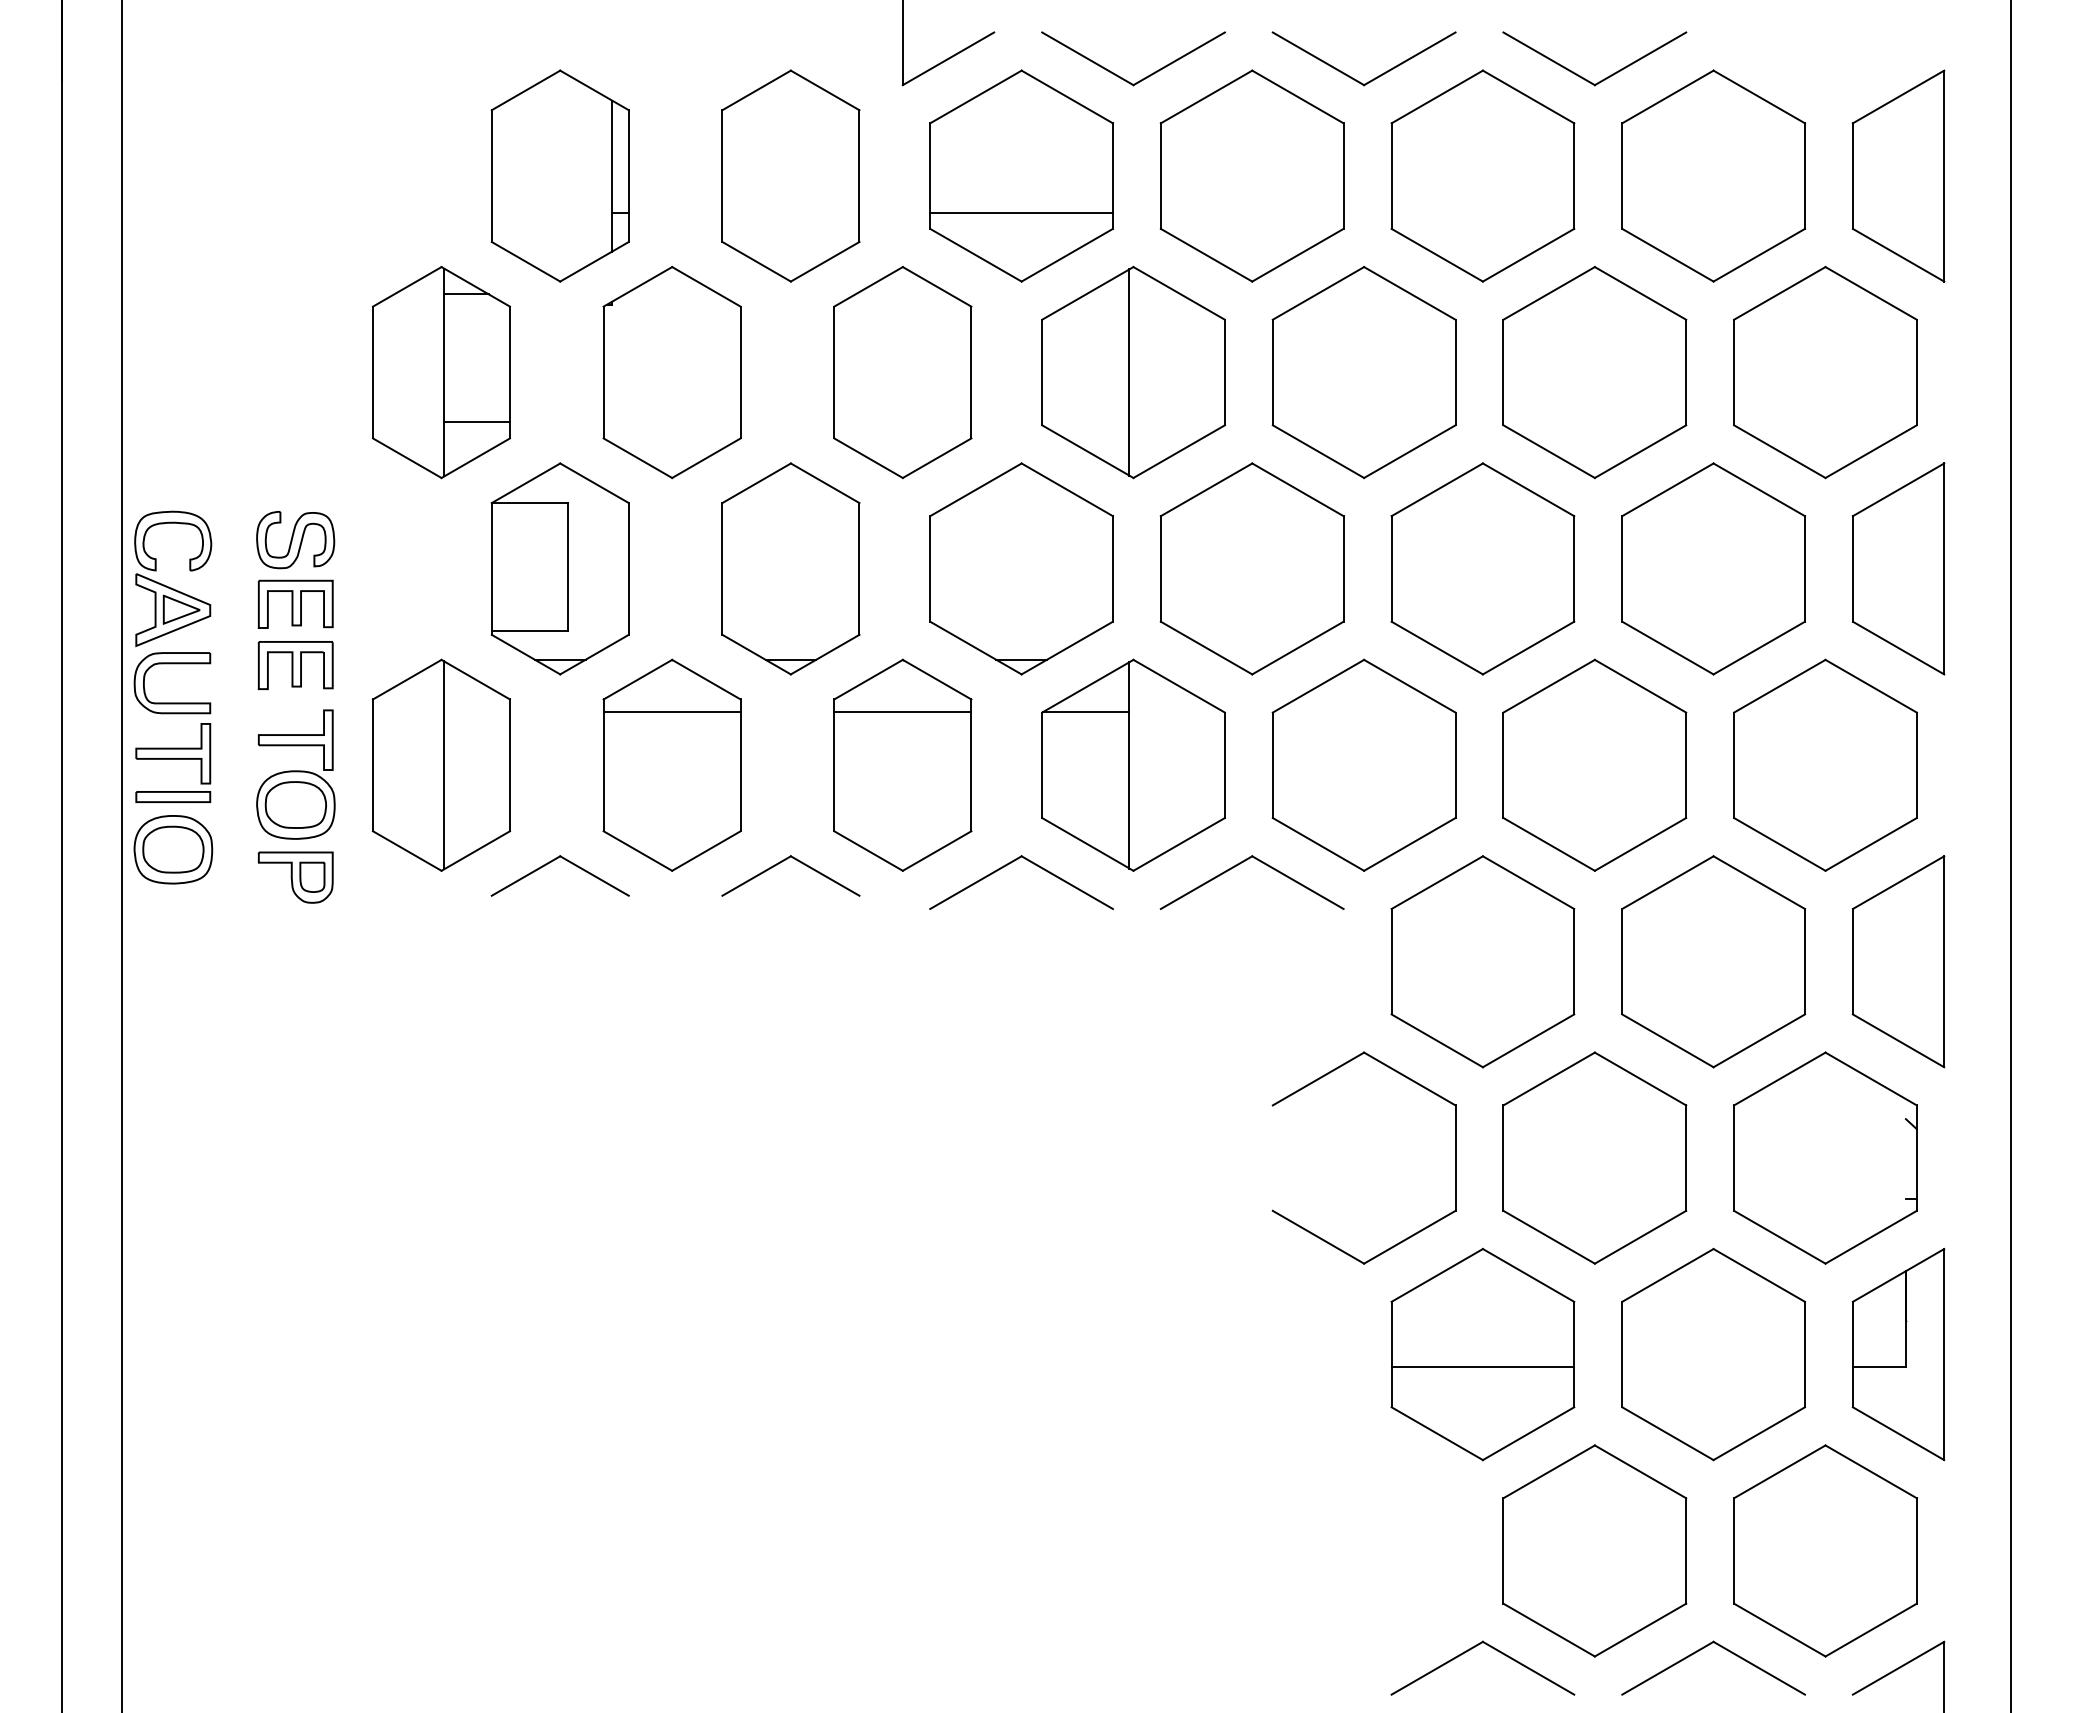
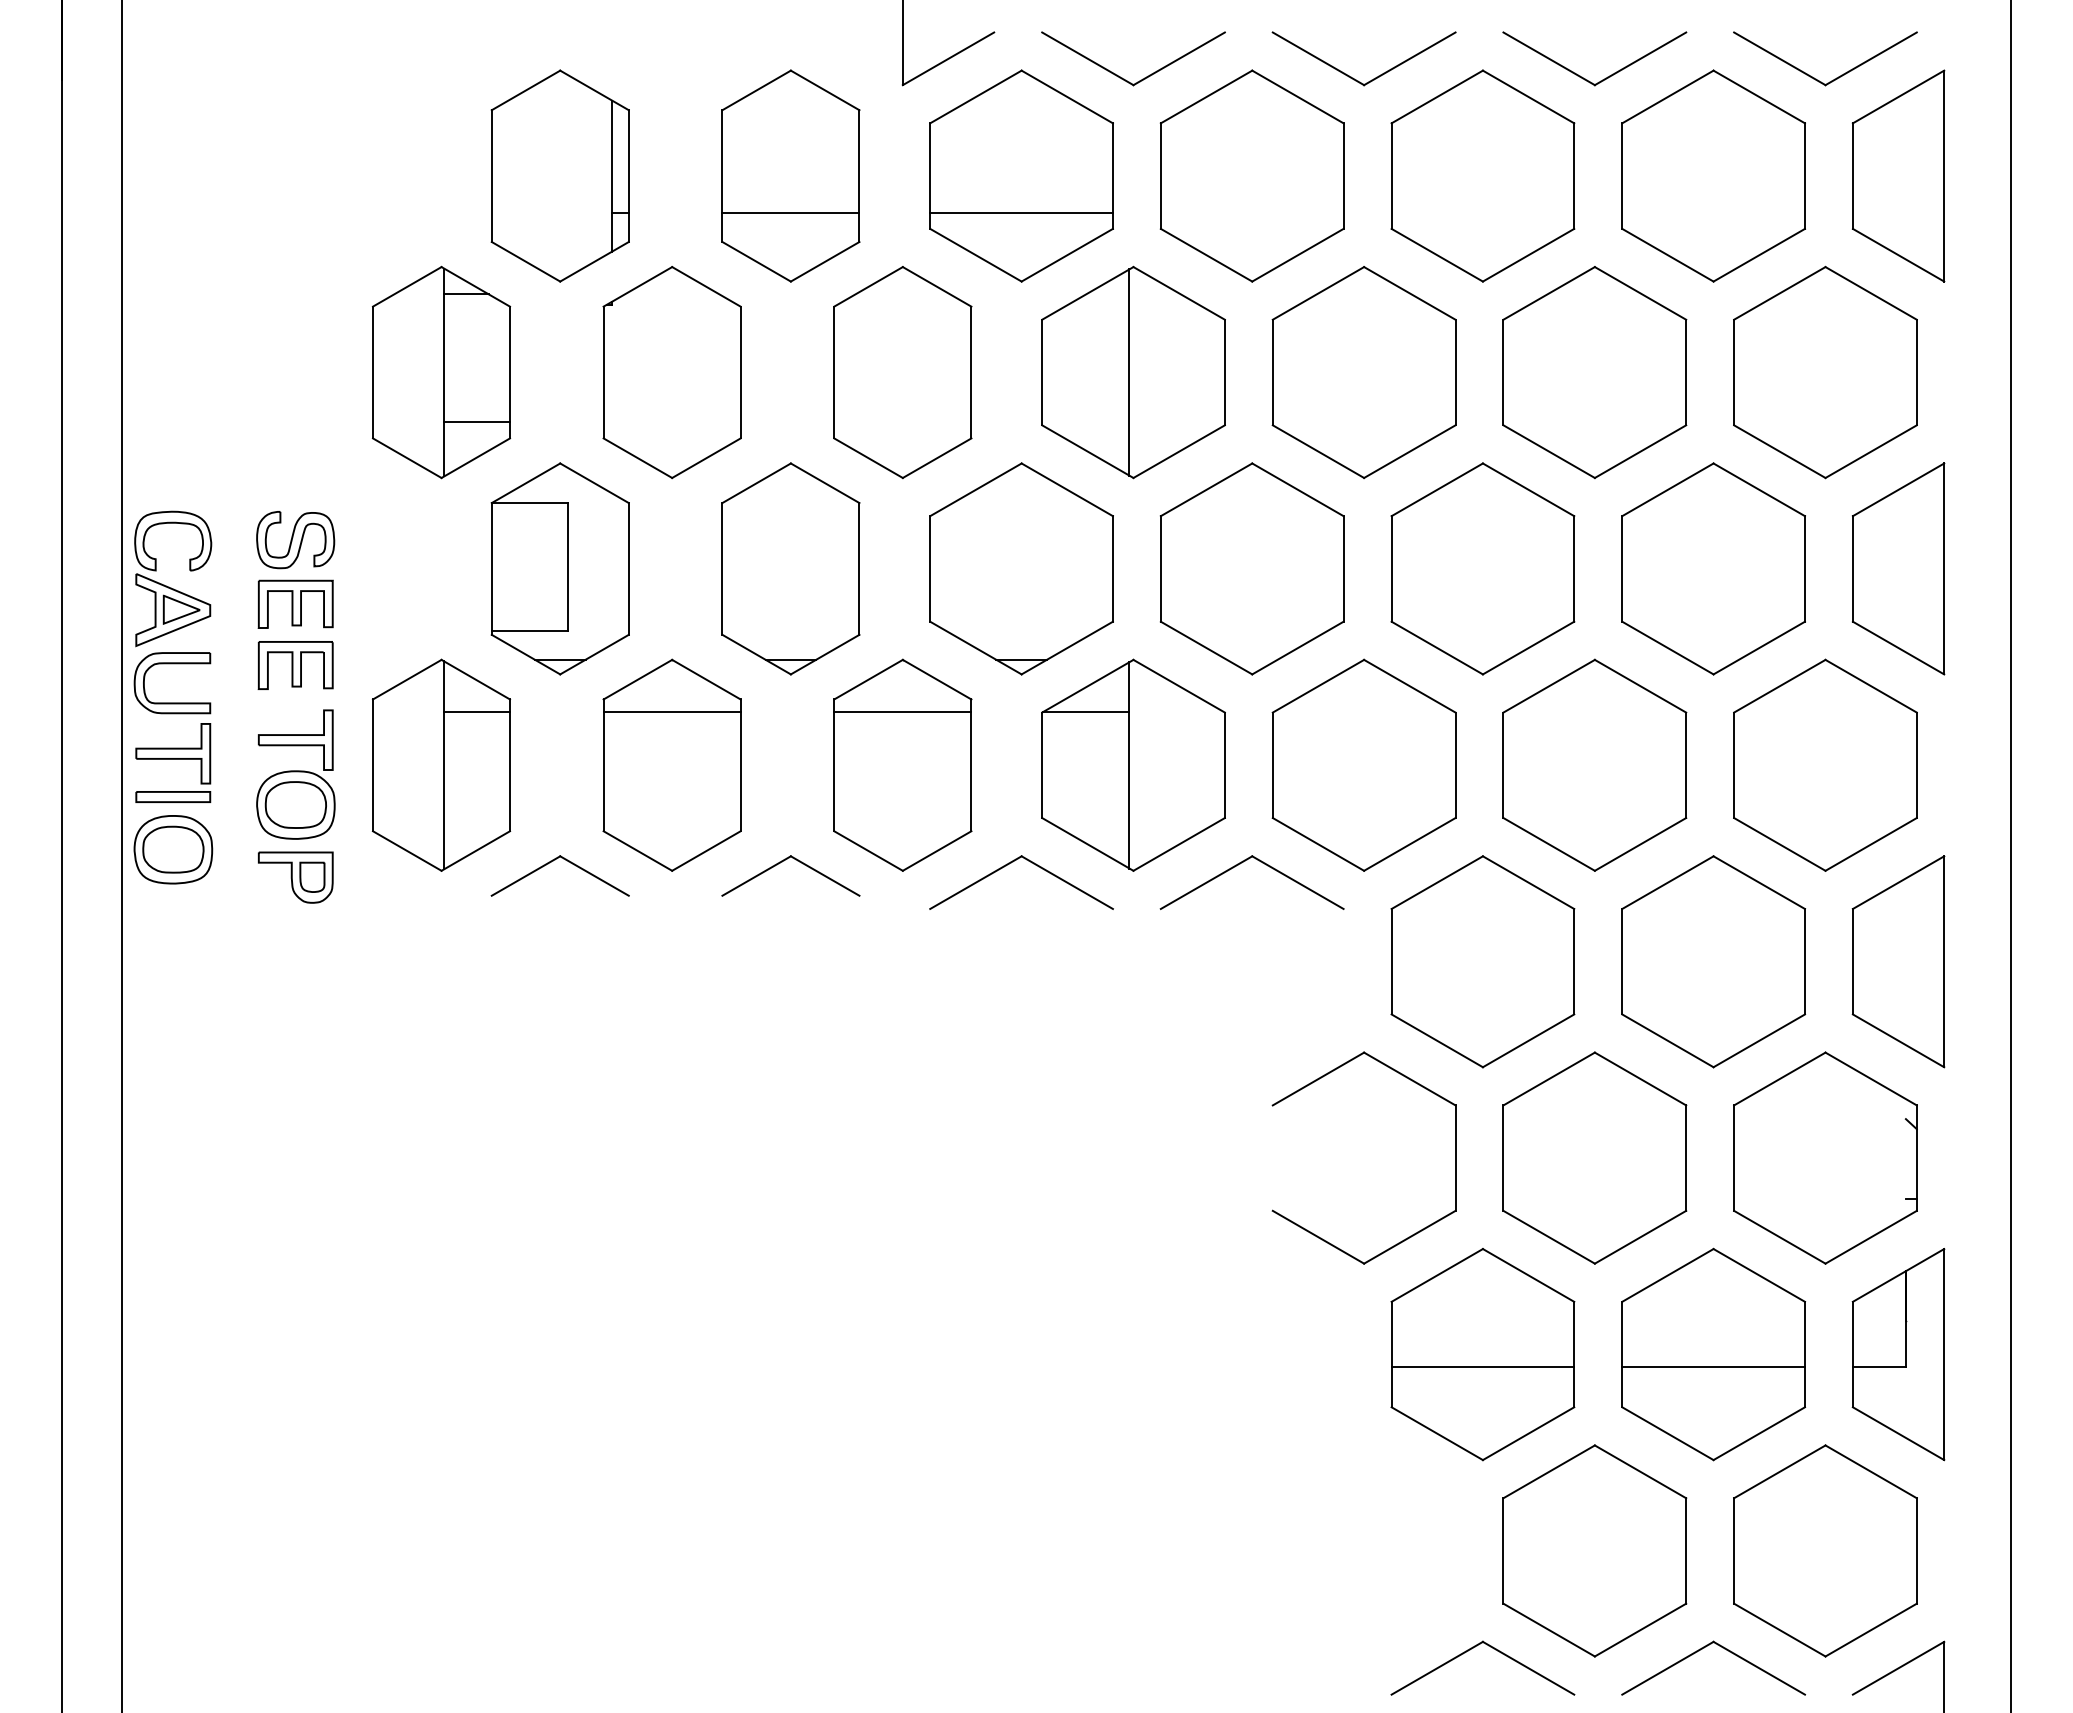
part at (1816, 78): none -> present
line at (790, 213): none -> present
line at (477, 712): none -> present
line at (1713, 1366): none -> present
